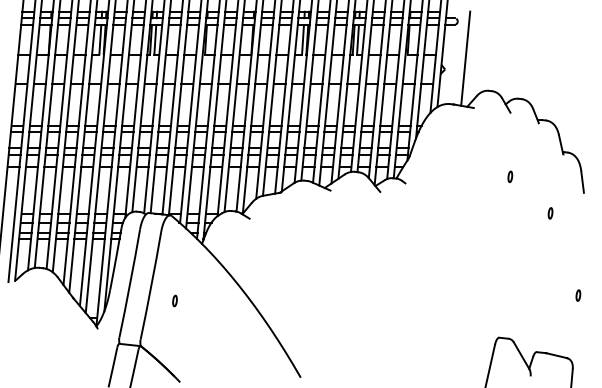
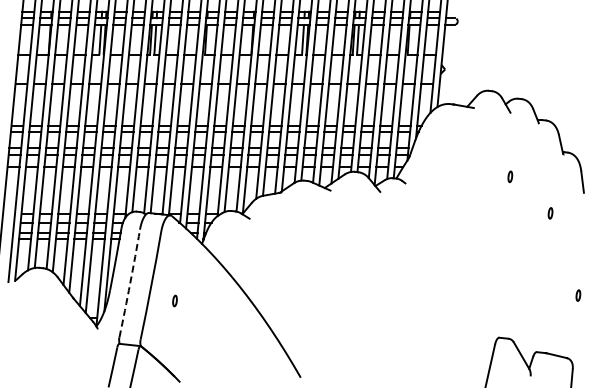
line at (465, 58): present -> none
arc at (130, 283): solid -> dashed
